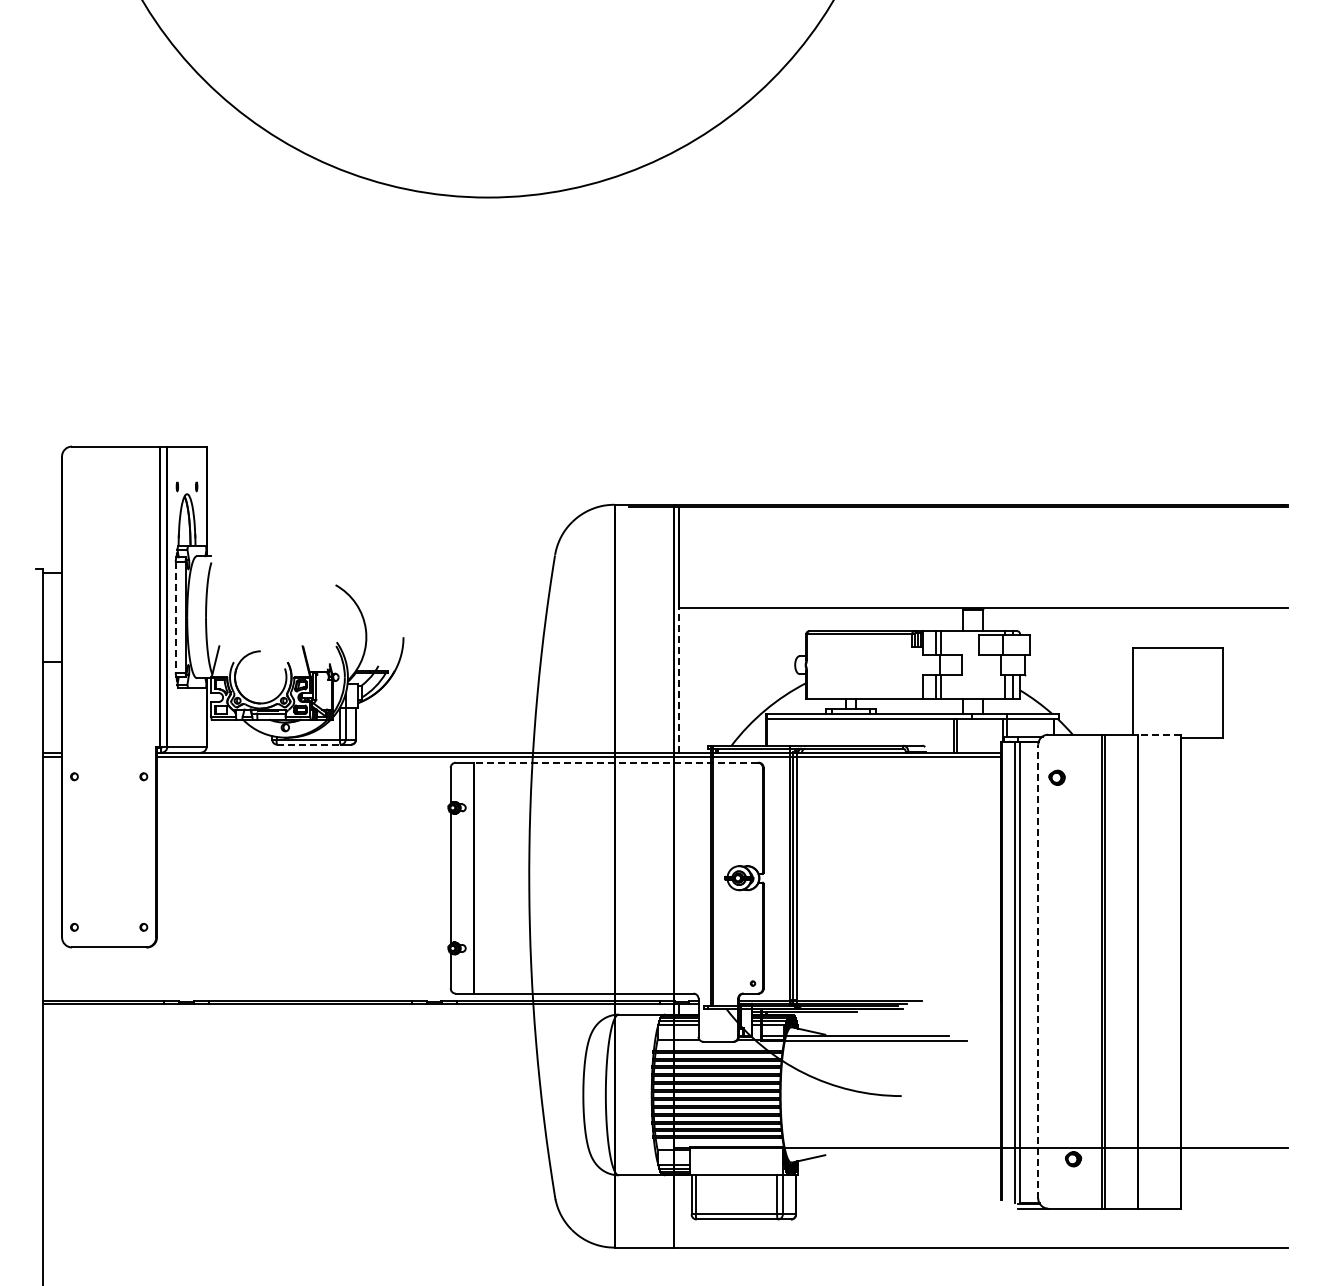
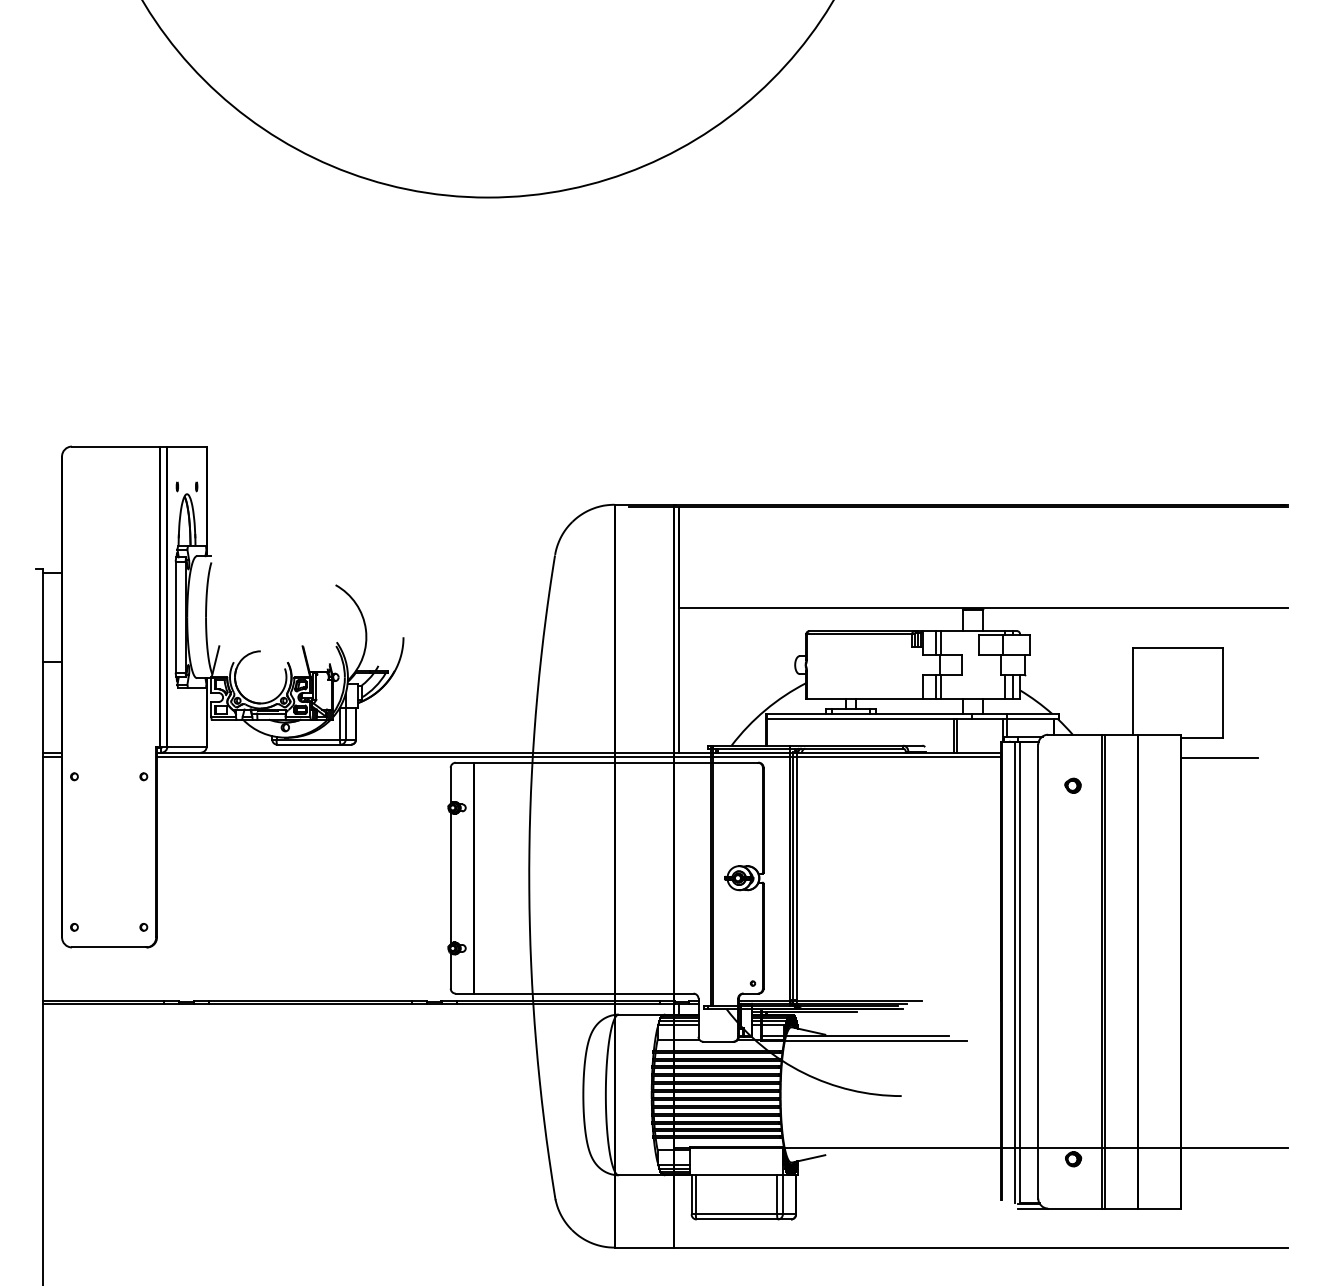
line at (175, 617): dashed -> solid
line at (678, 680): dashed -> solid
line at (1158, 734): dashed -> solid
line at (309, 744): dashed -> solid
line at (1218, 758): none -> present
line at (616, 762): dashed -> solid
part at (1056, 777) position: (1056, 777) -> (1072, 785)
line at (1038, 971): dashed -> solid
